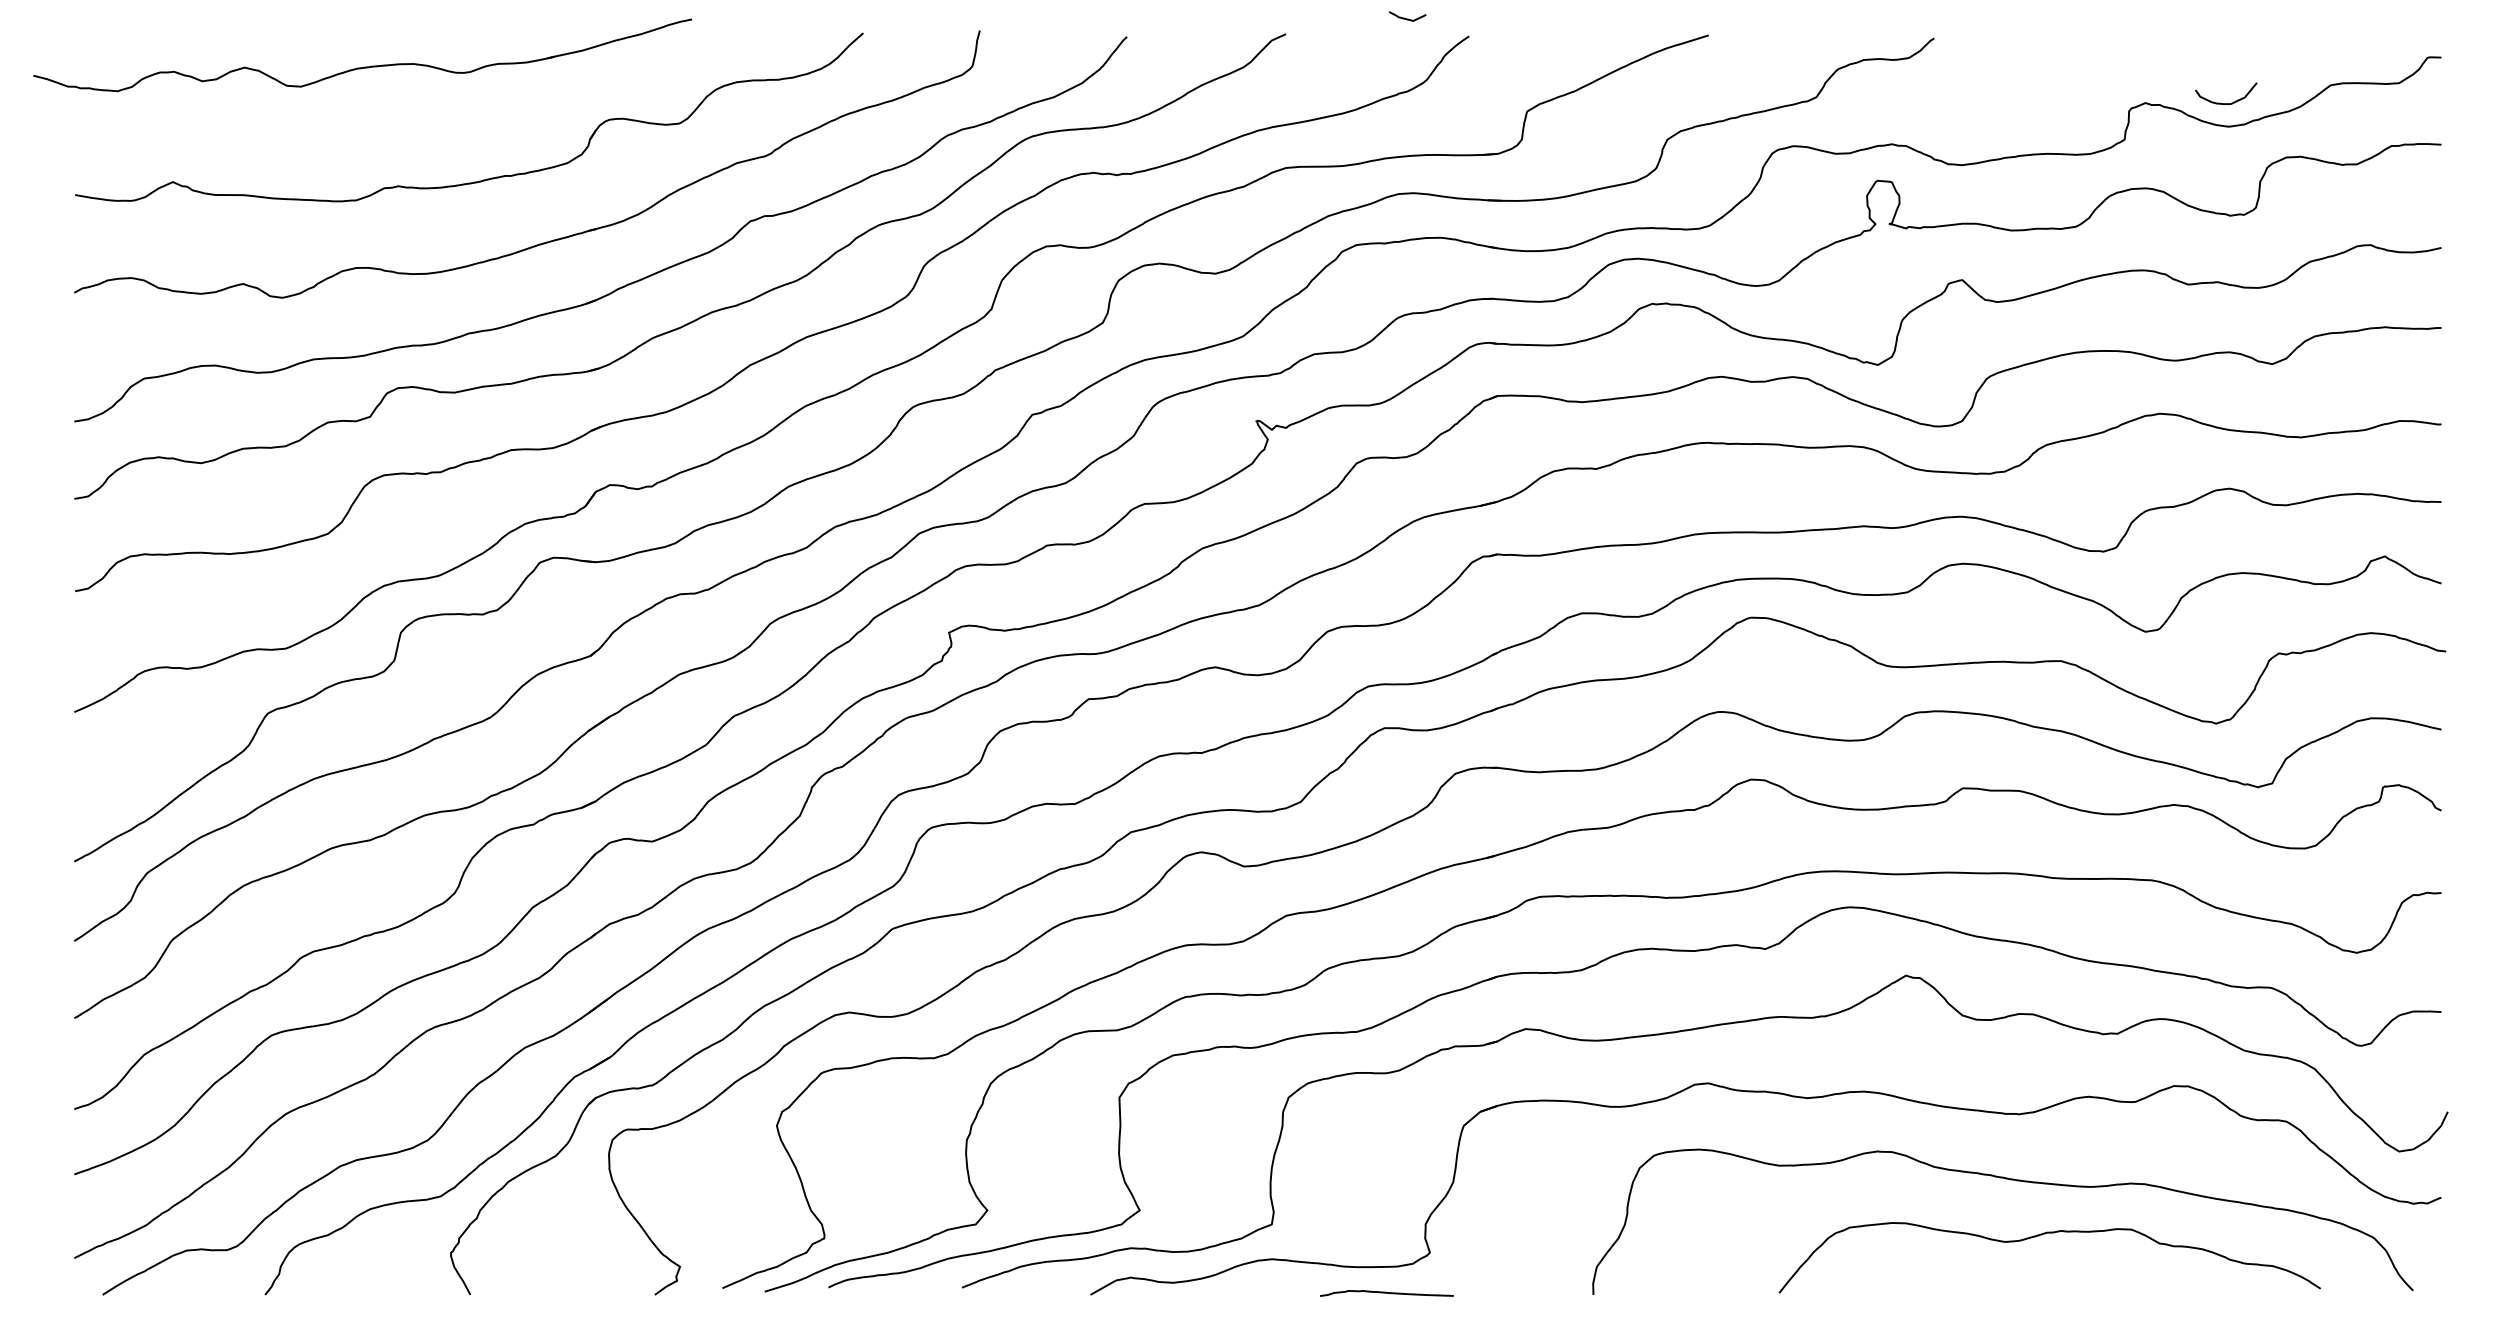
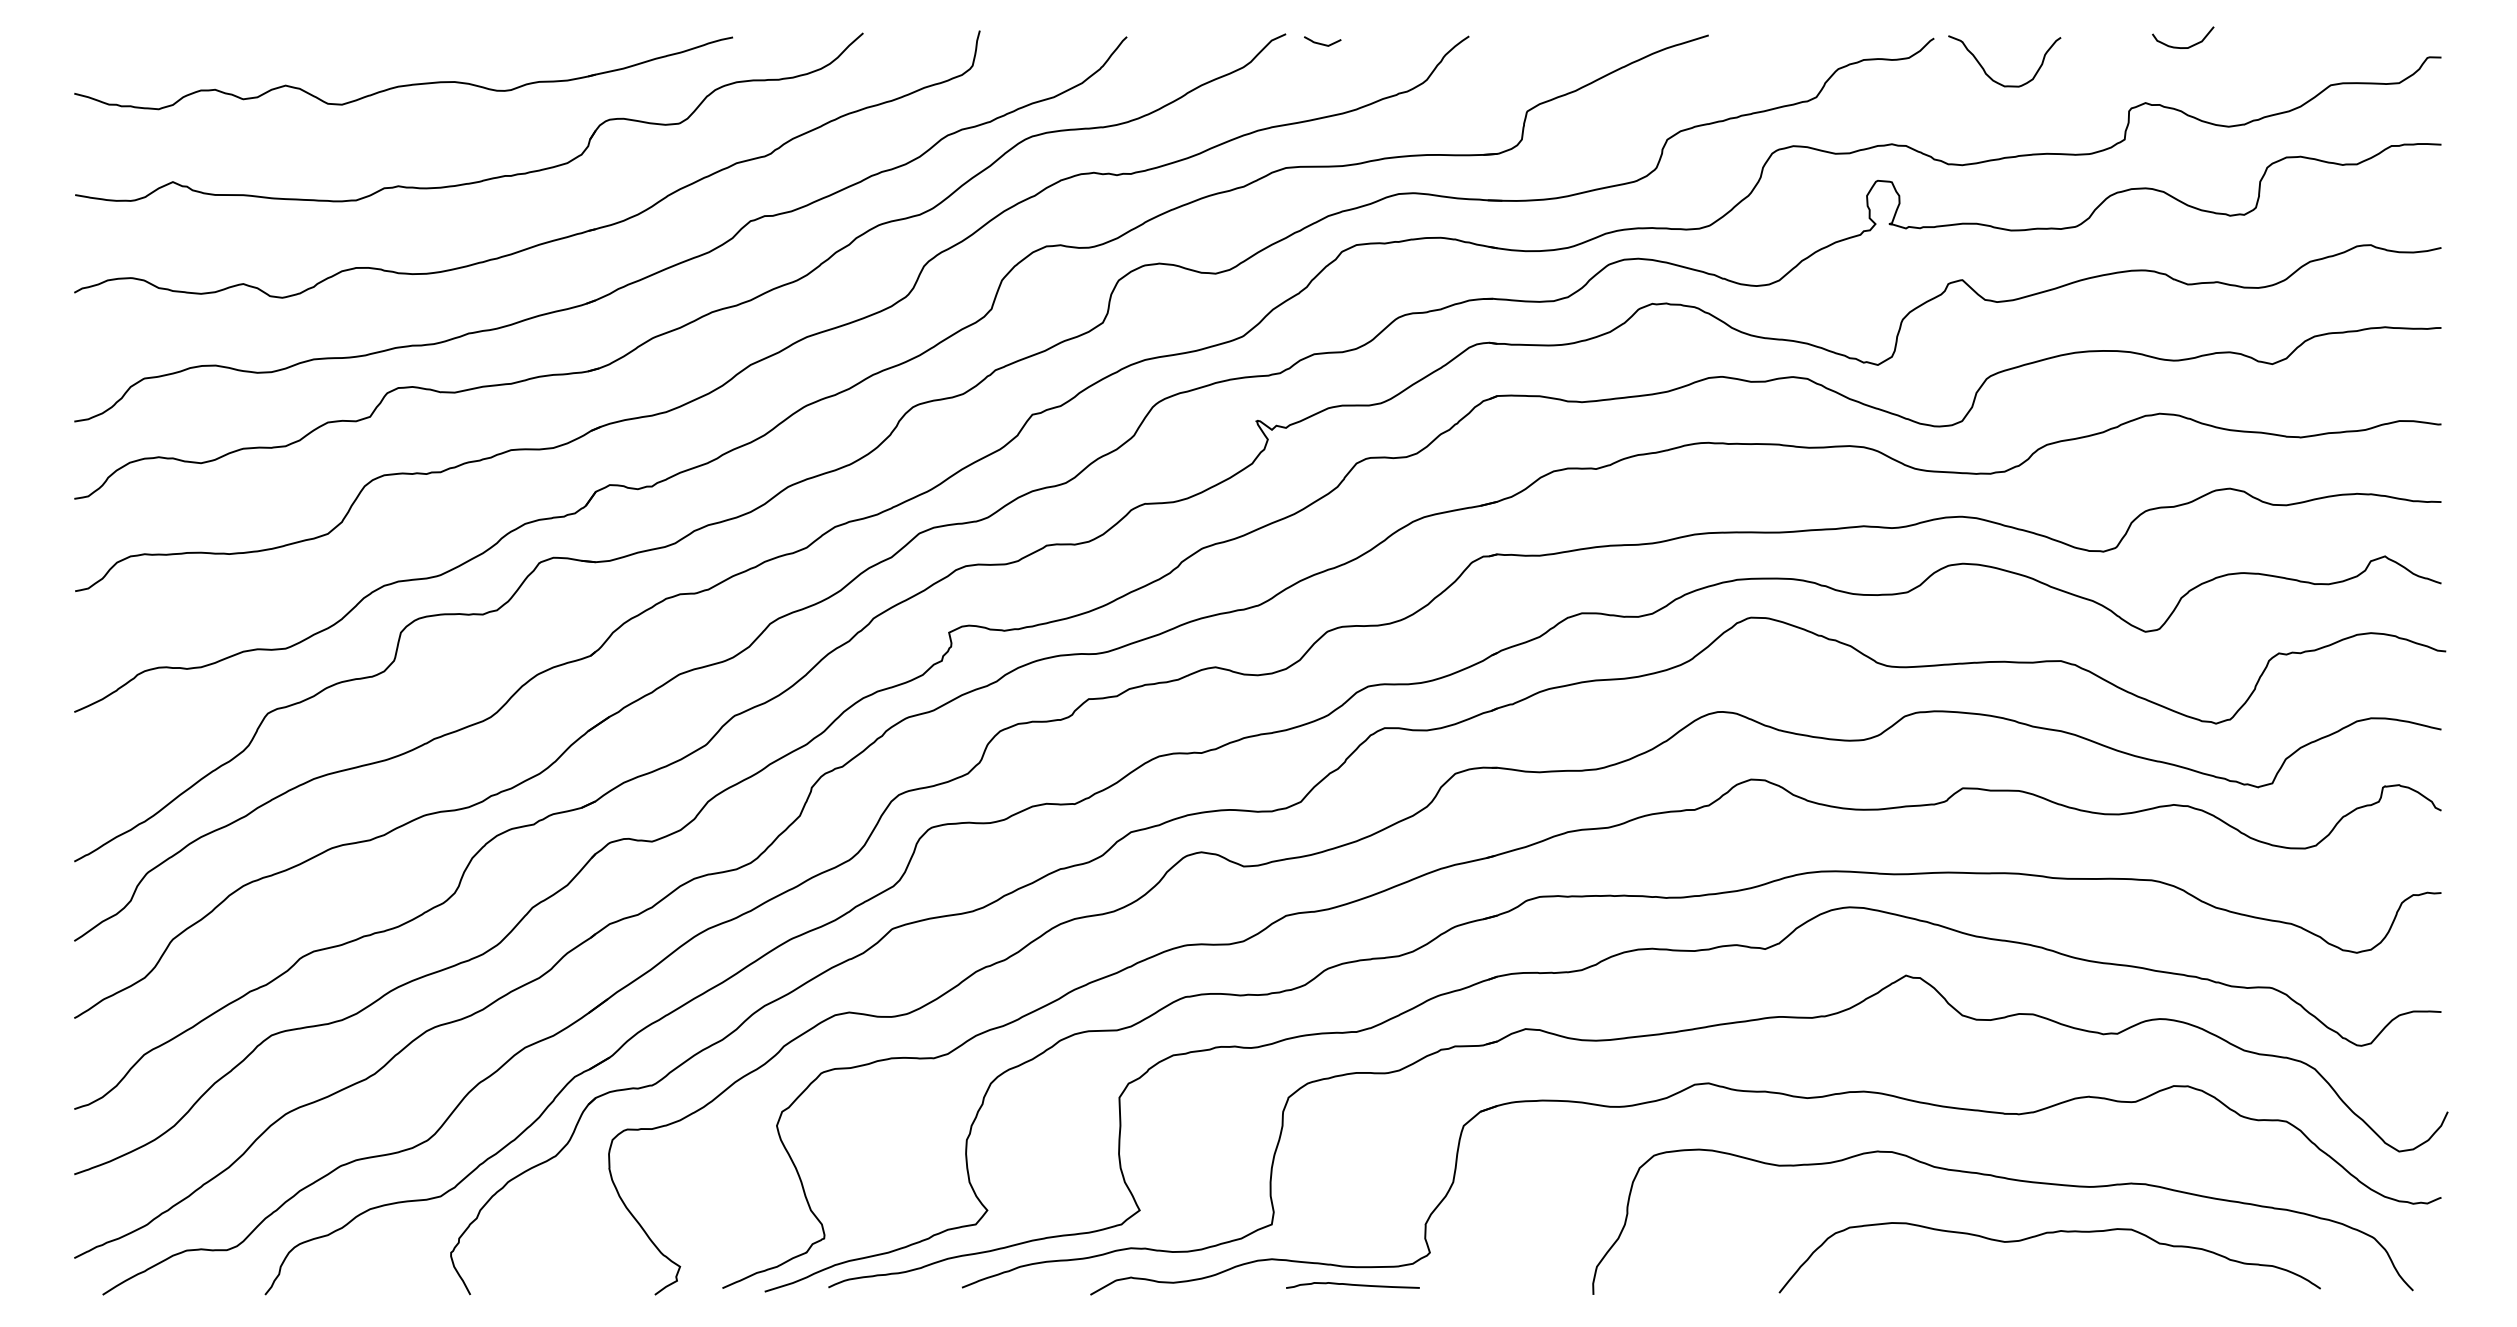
curve at (1407, 18) position: (1407, 18) -> (1322, 43)
part at (364, 66) position: (364, 66) -> (405, 84)
curve at (1989, 75): none -> present
curve at (2226, 103) position: (2226, 103) -> (2183, 47)
curve at (1386, 1293) position: (1386, 1293) -> (1352, 1285)
